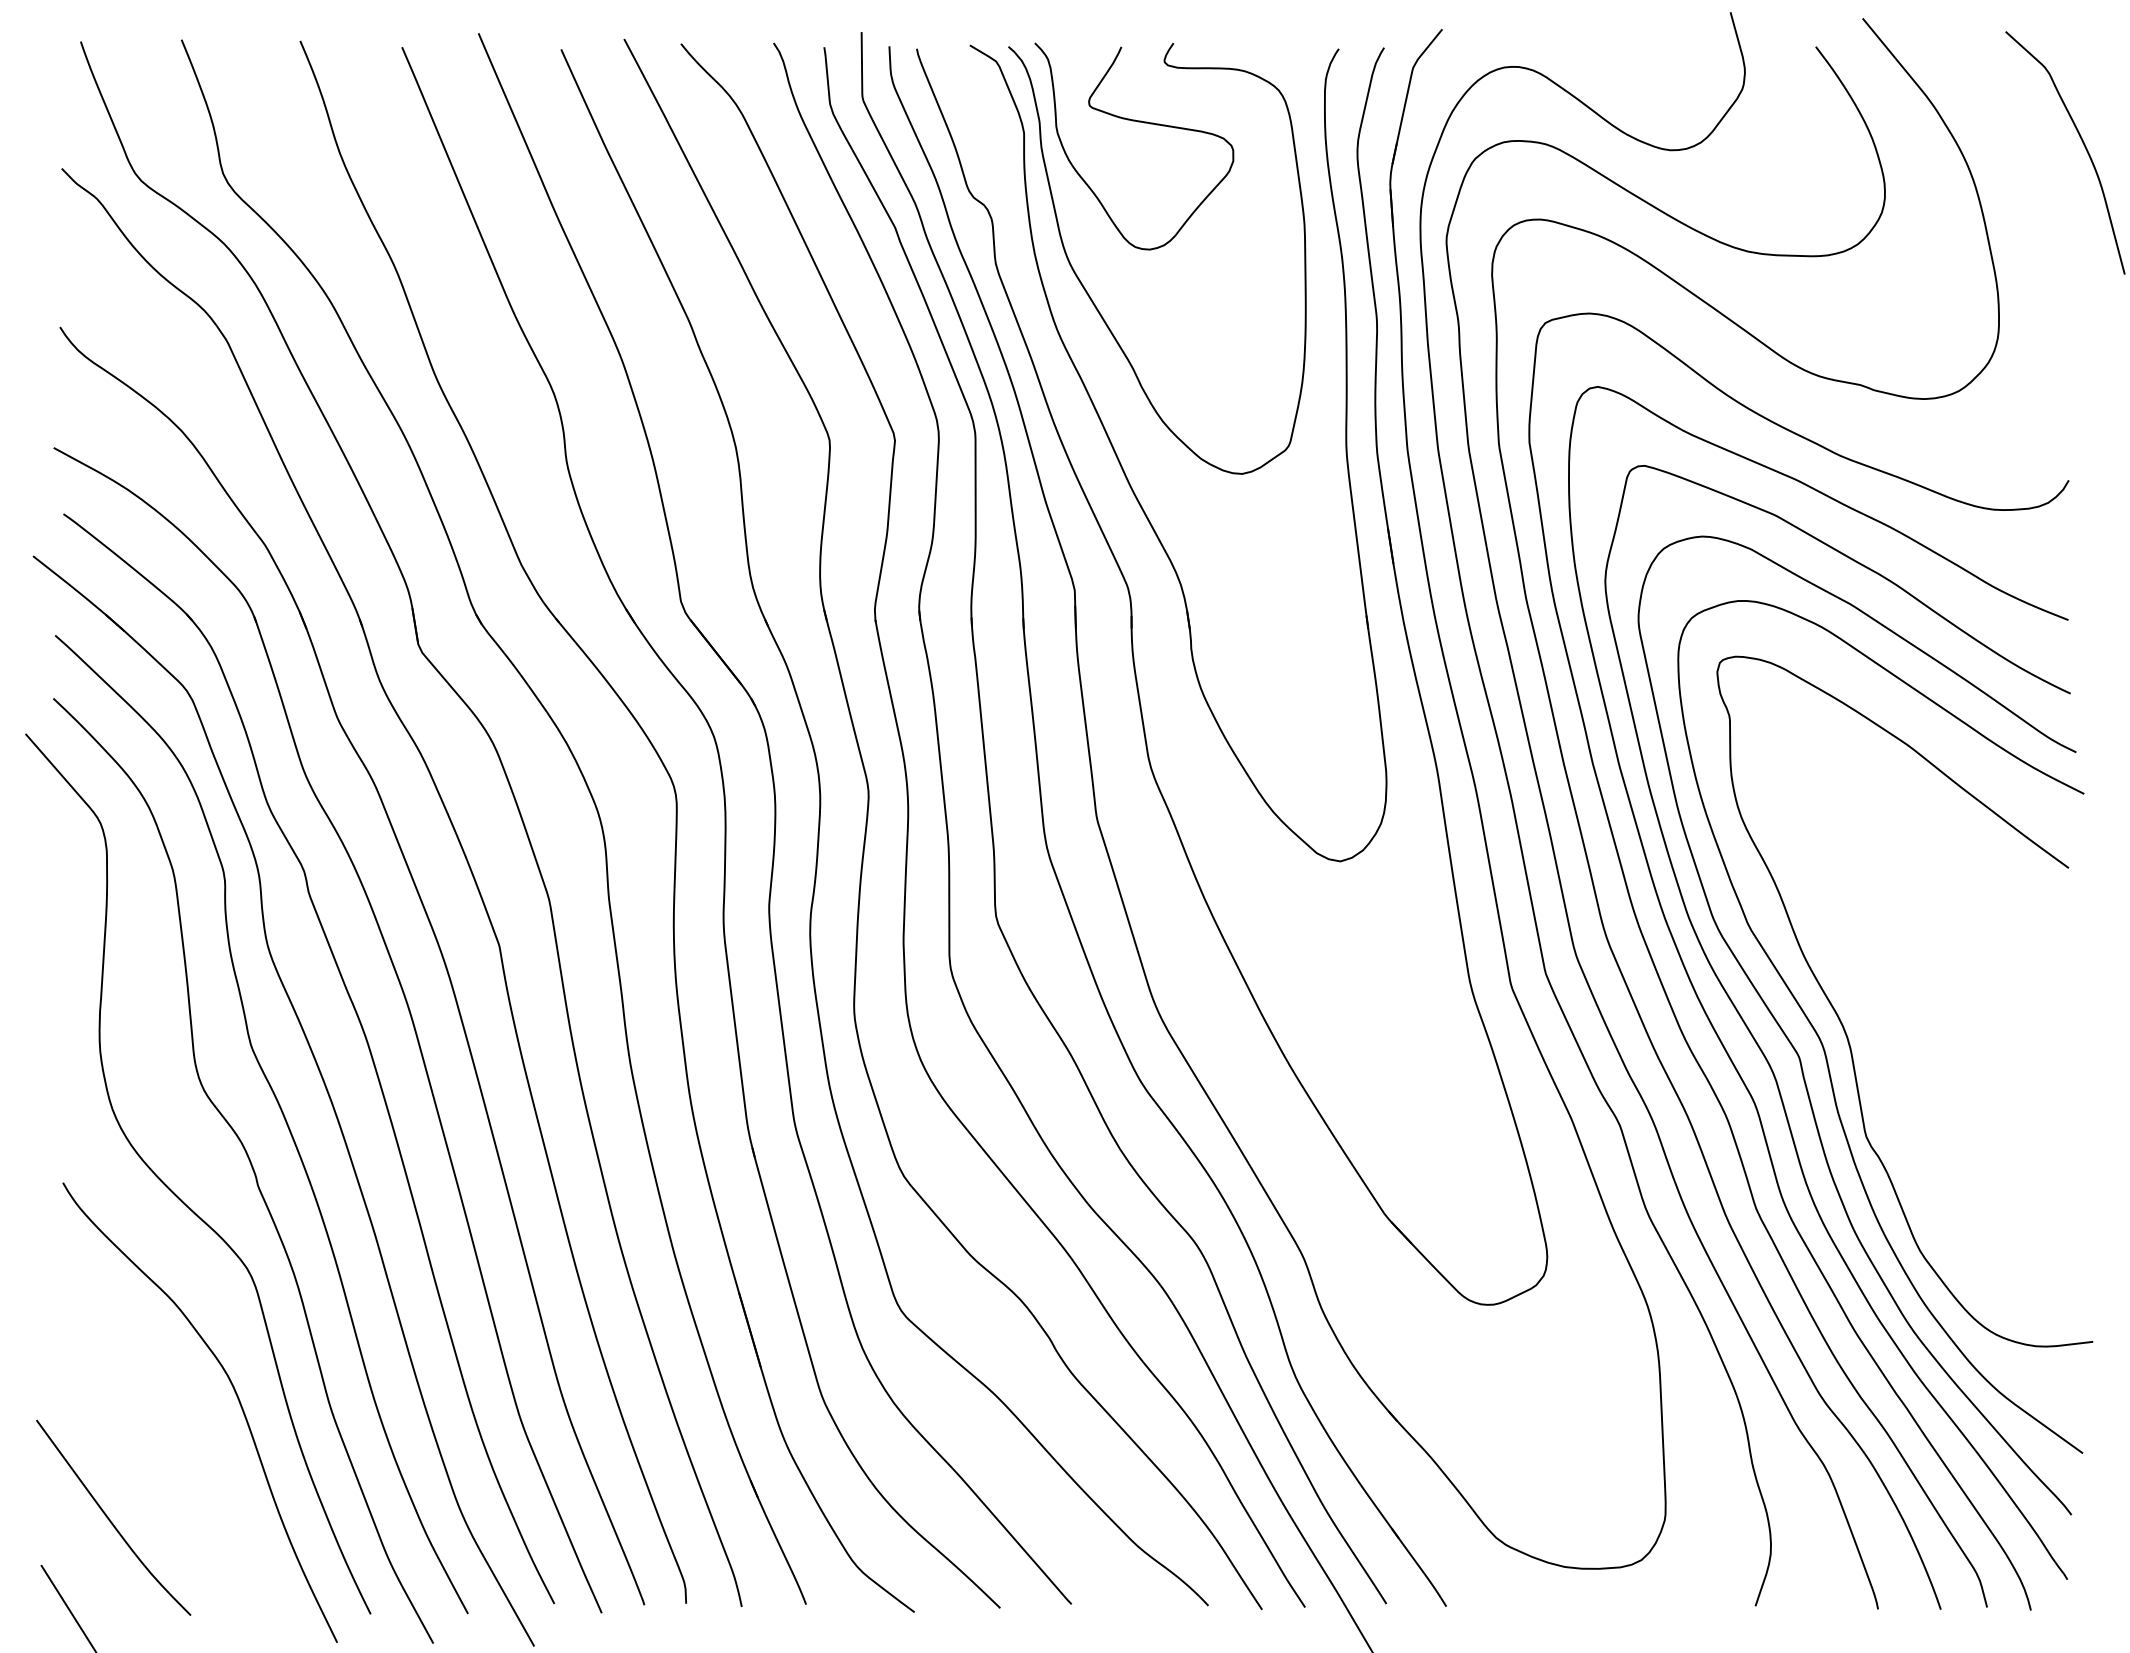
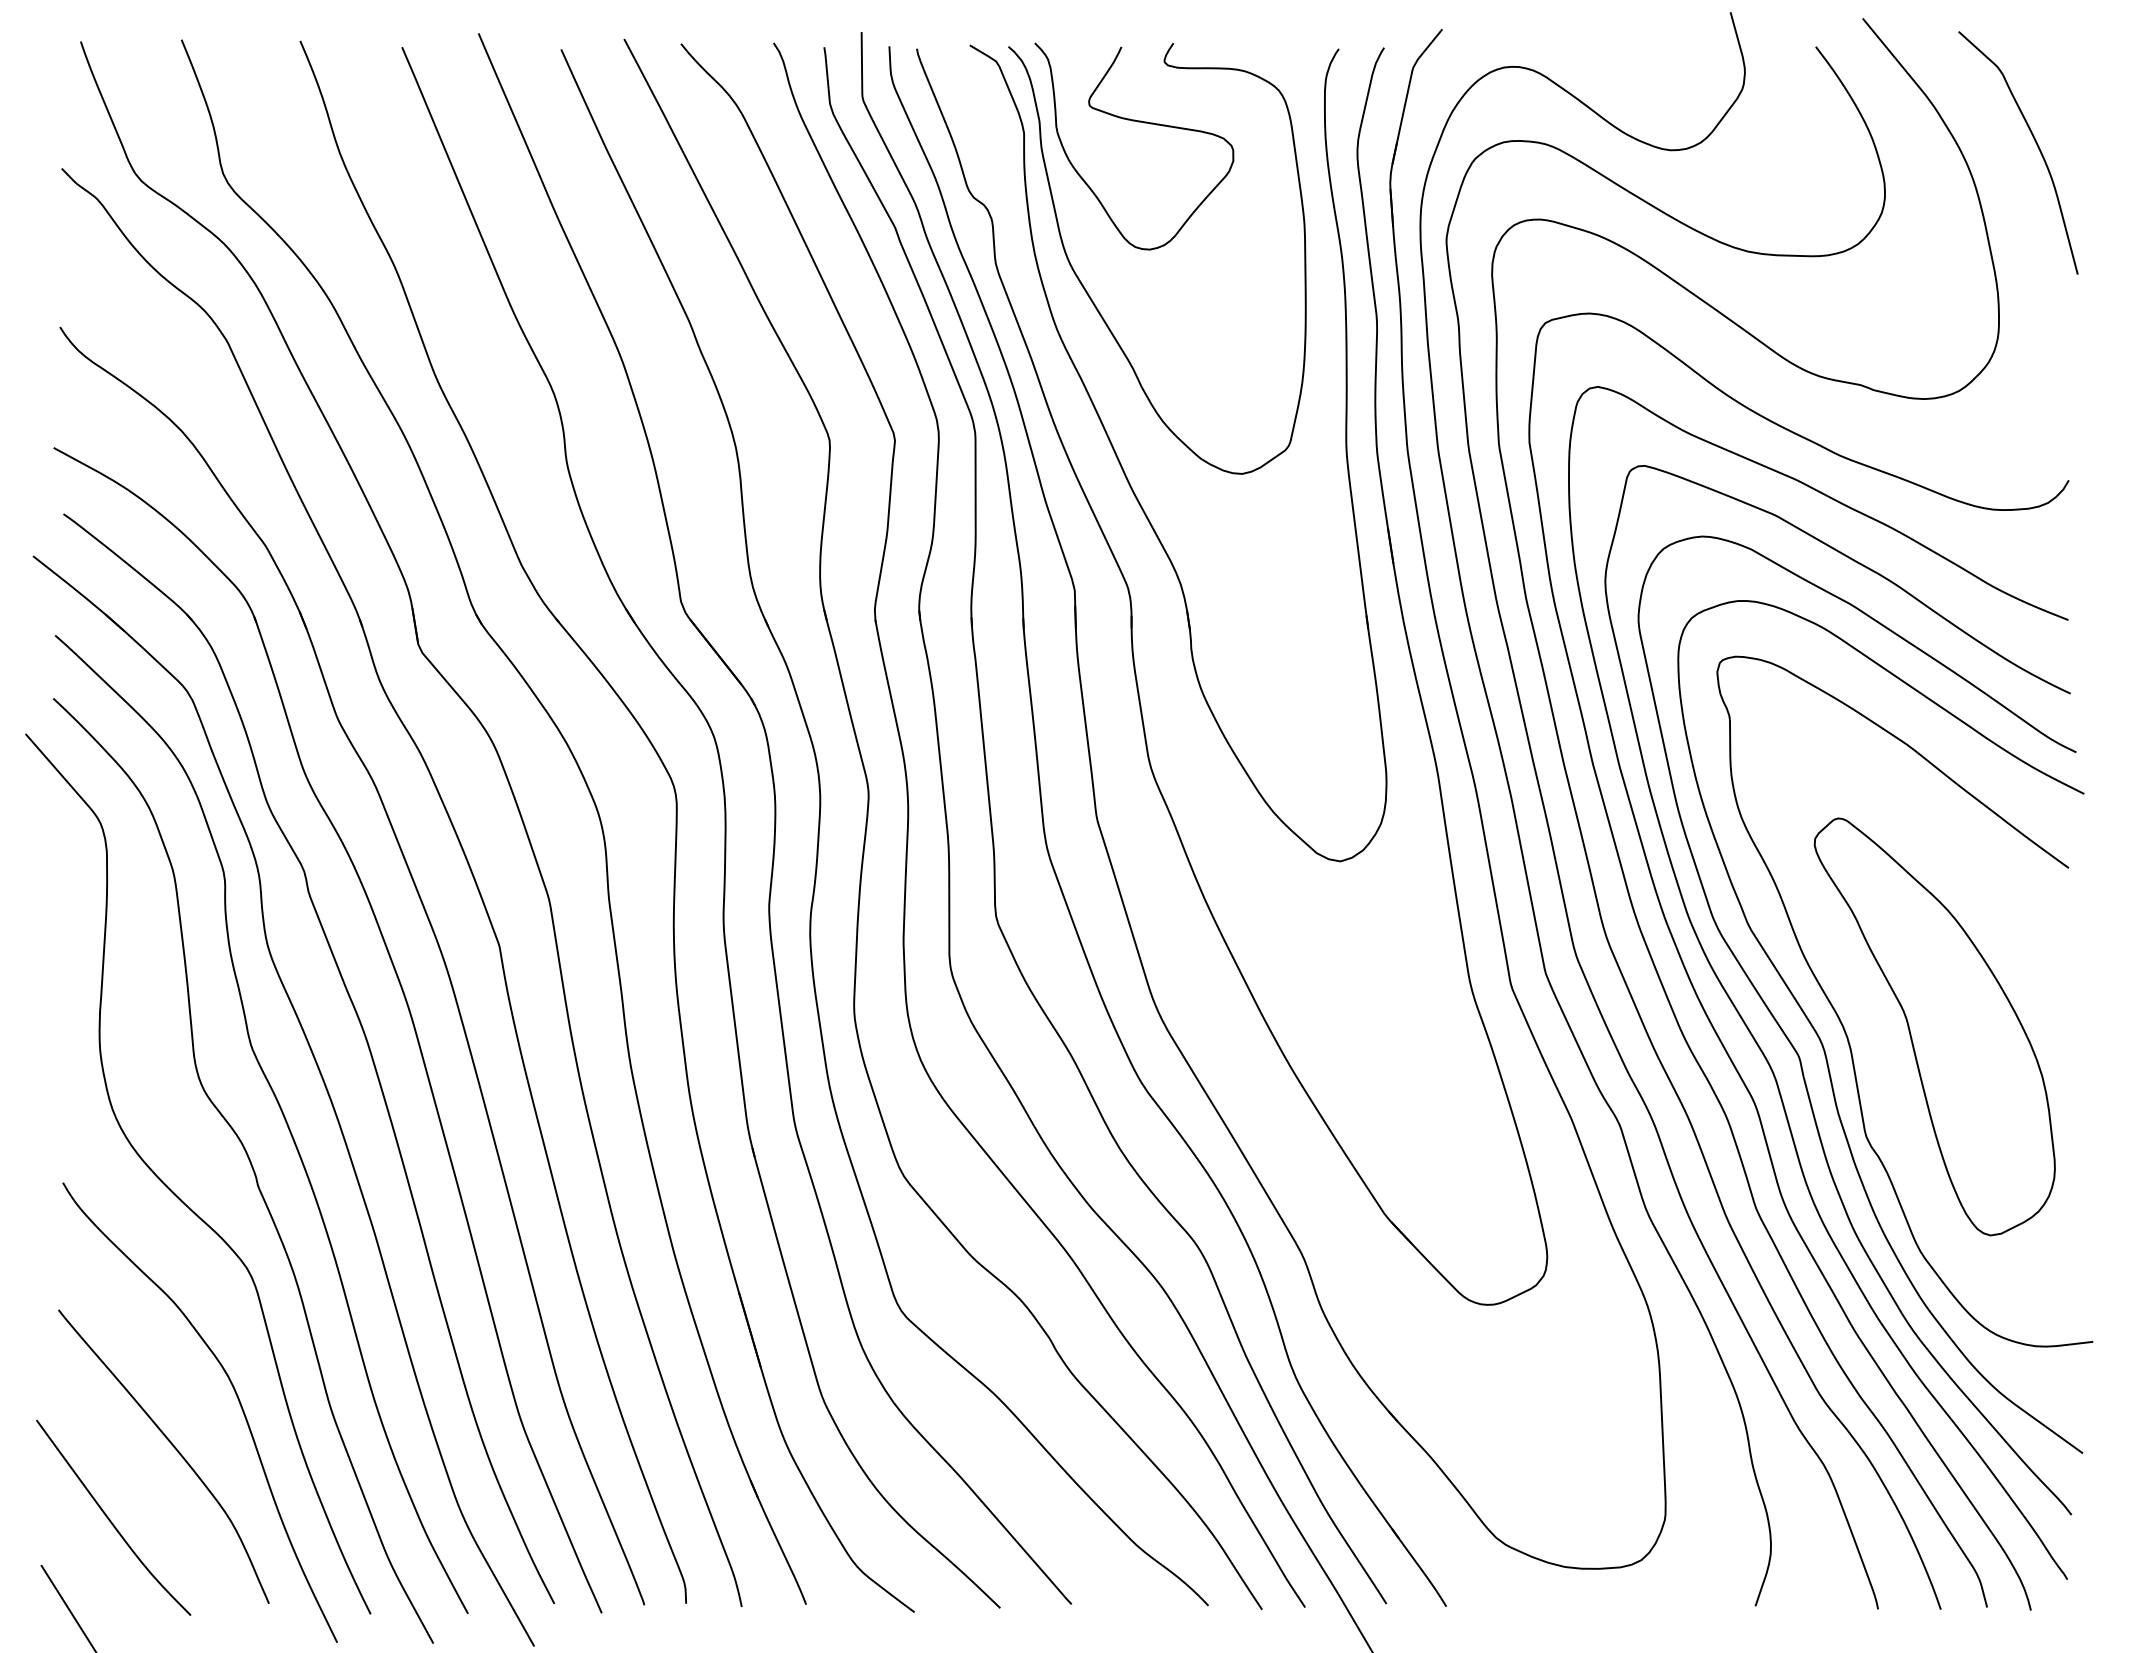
curve at (2082, 143) position: (2082, 143) -> (2035, 143)
part at (1934, 1026): none -> present
curve at (172, 1446): none -> present
